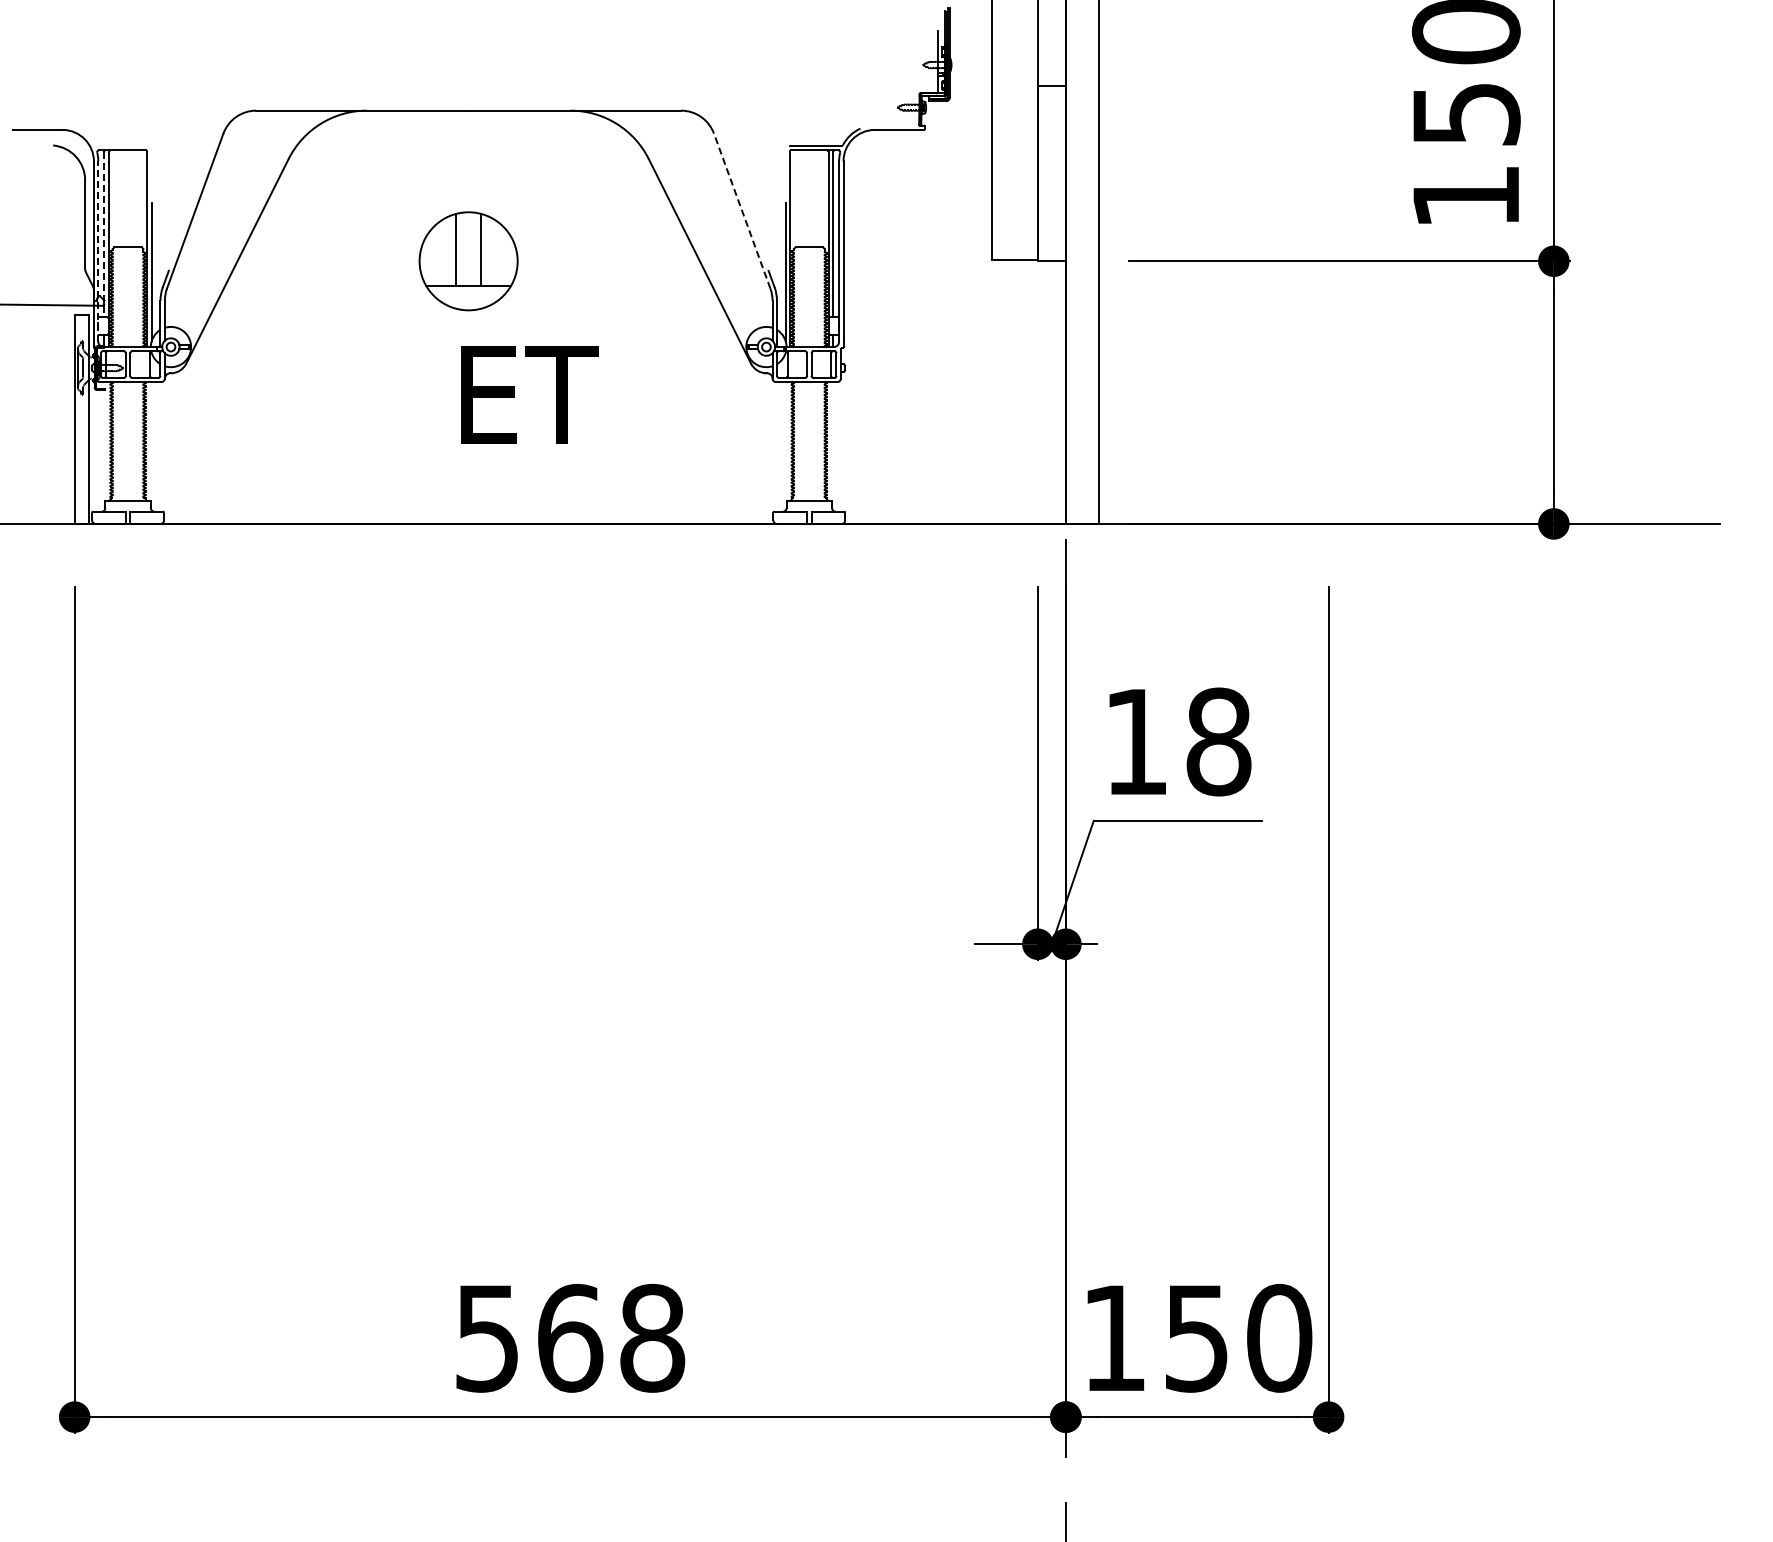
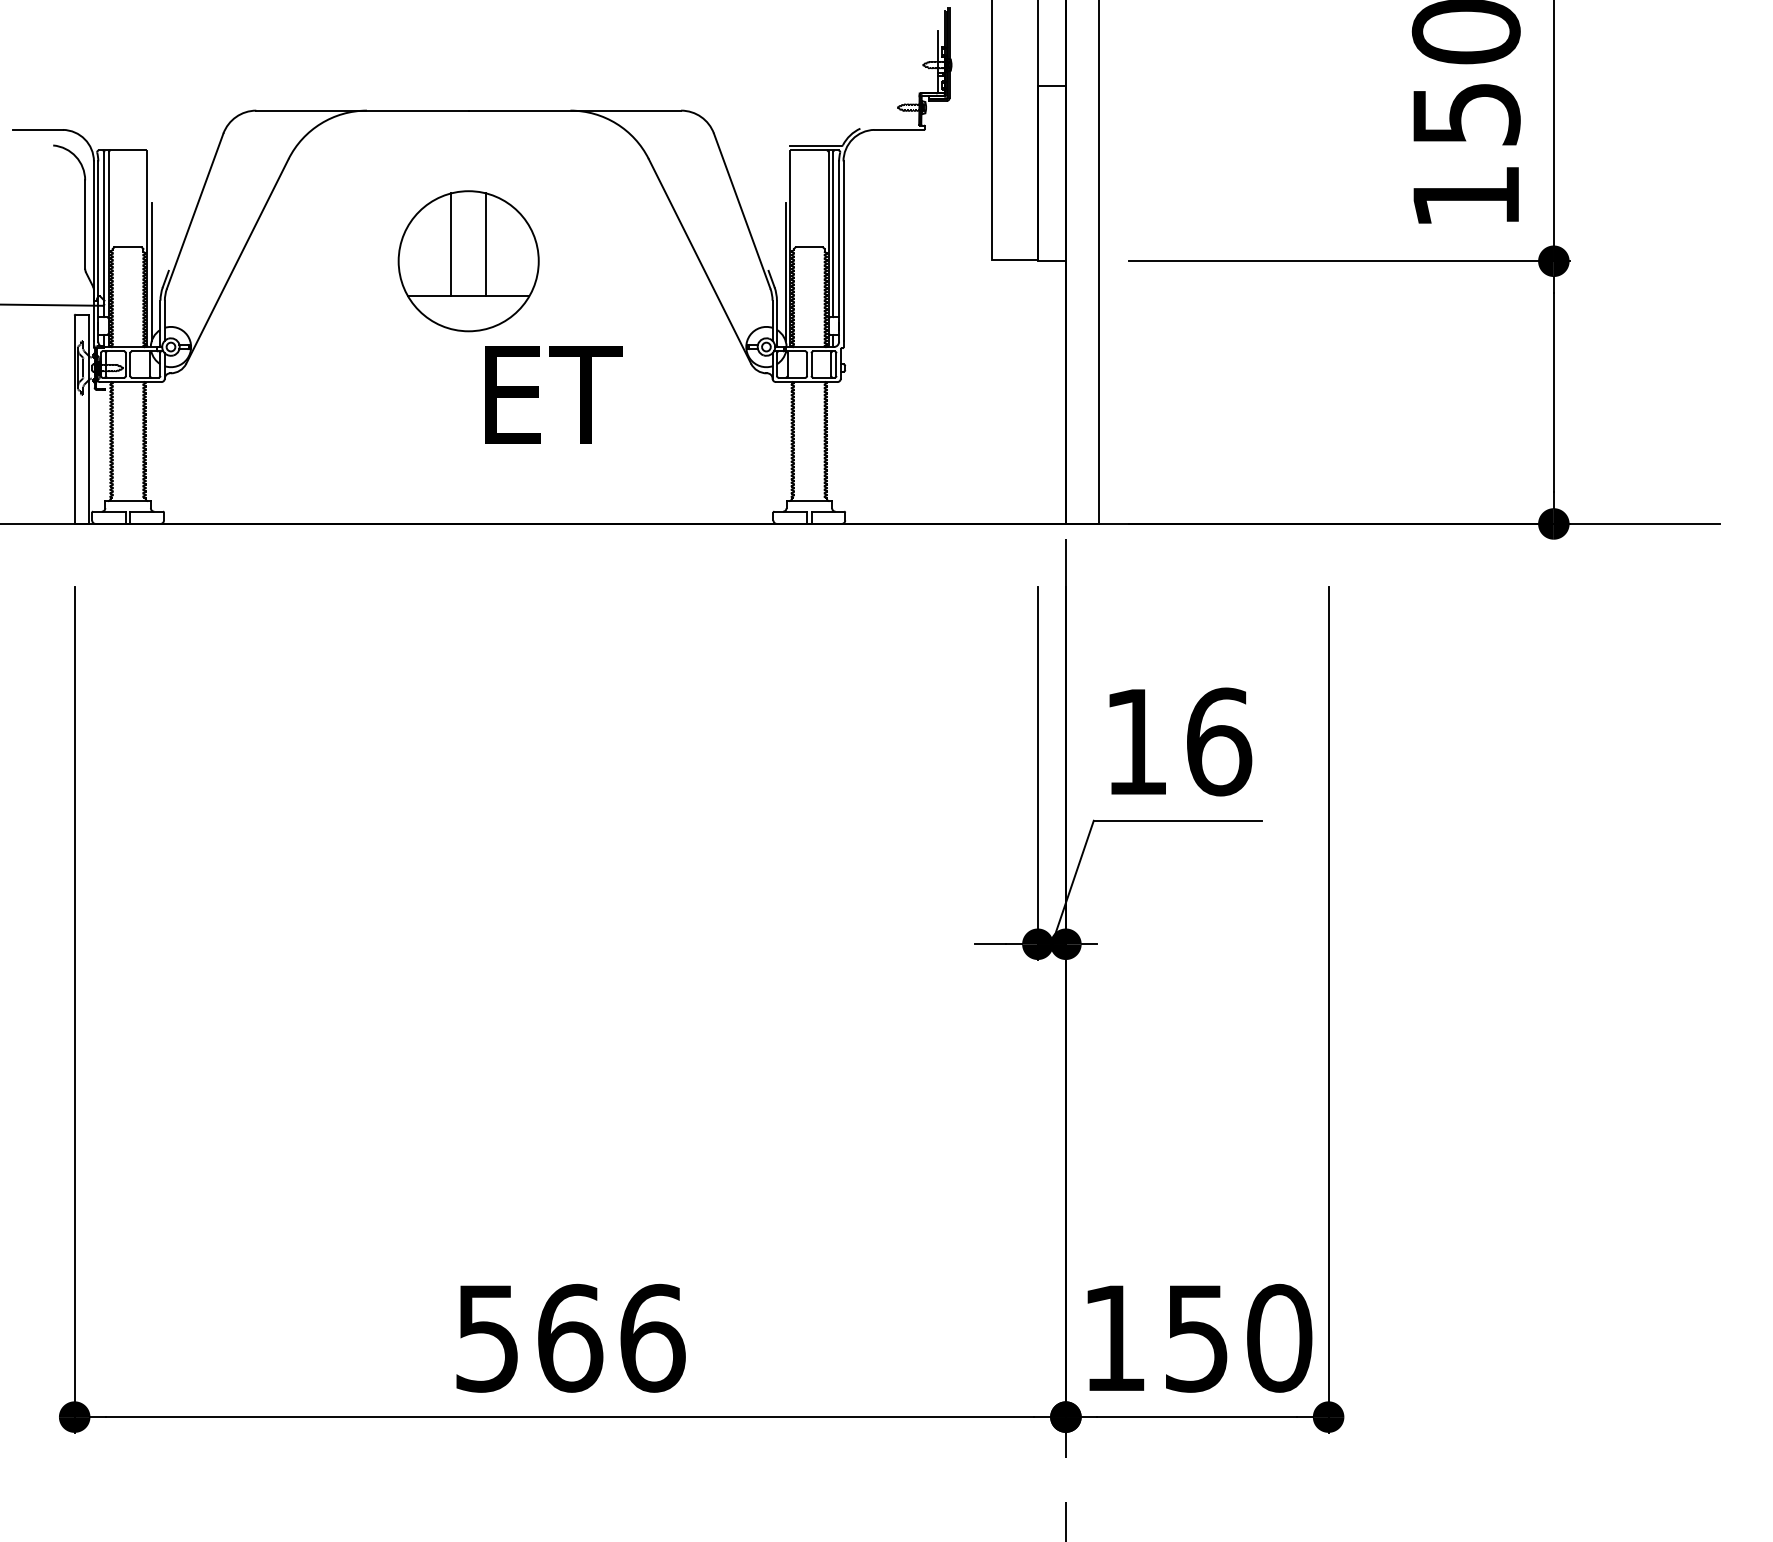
line at (742, 210): dashed -> solid
line at (104, 234): dashed -> solid
line at (98, 251): dashed -> solid
part at (468, 261) size: 101x101 px -> 143x143 px
text at (529, 394) position: (529, 394) -> (553, 394)
text at (1219, 741): 18 -> 16
text at (652, 1337): 568 -> 566
